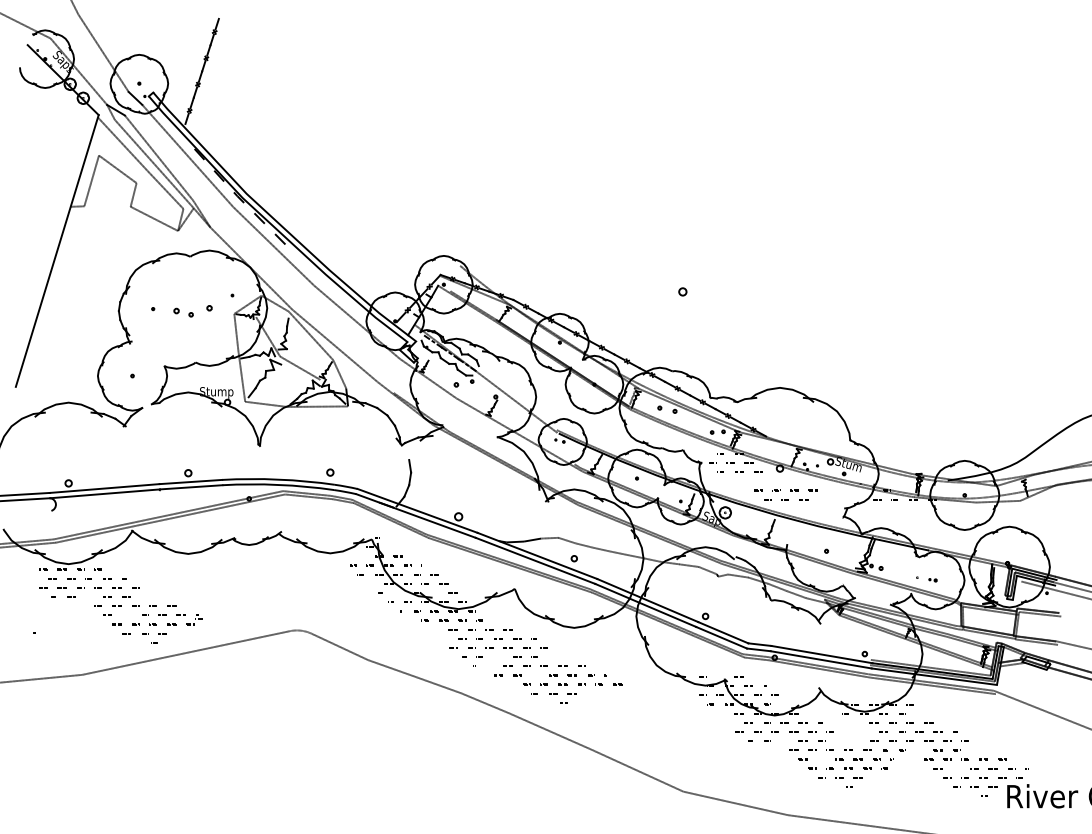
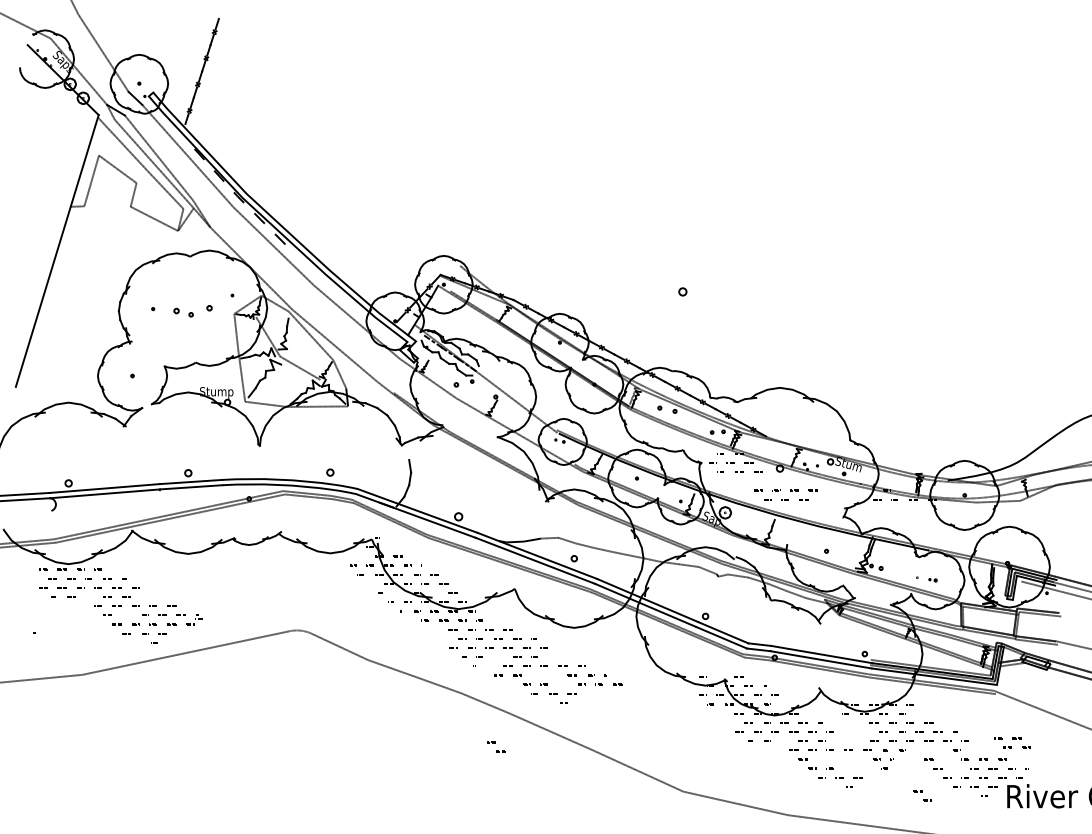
part at (558, 679) position: (558, 679) -> (496, 746)
part at (942, 754) position: (942, 754) -> (922, 795)
part at (853, 763) position: (853, 763) -> (1012, 742)
